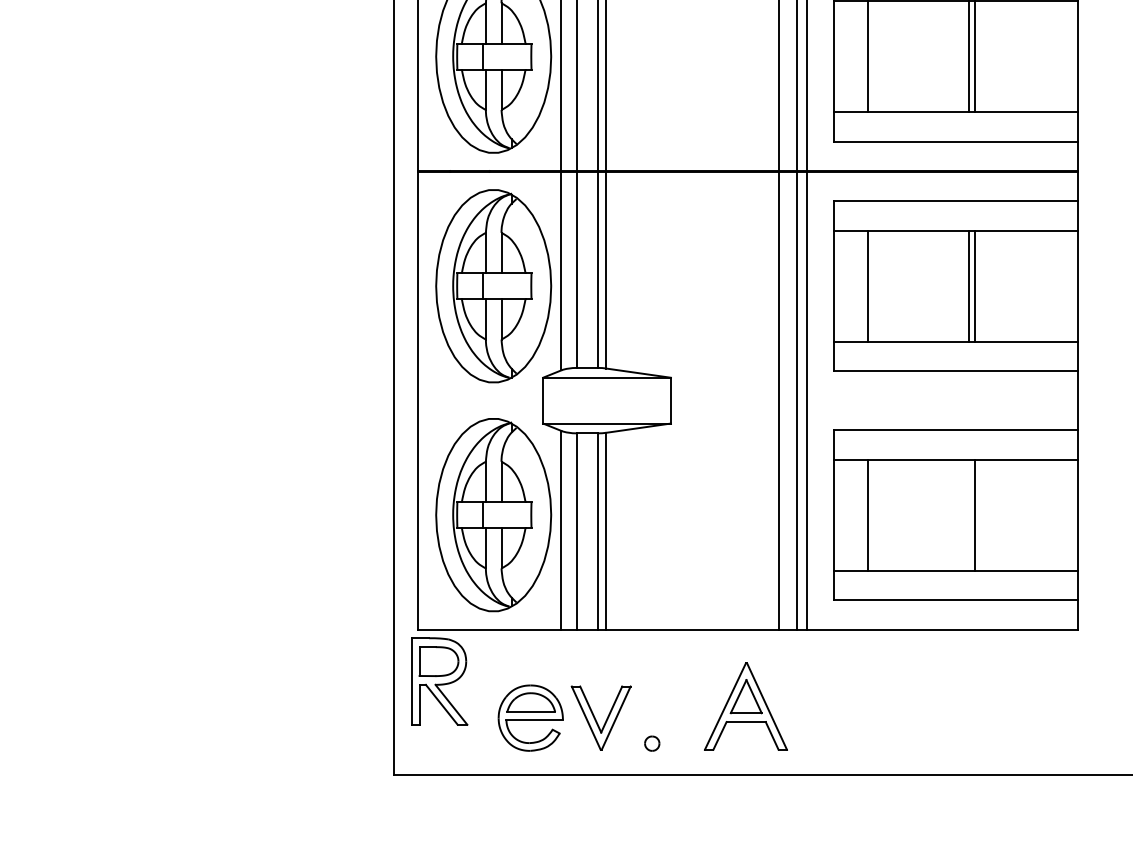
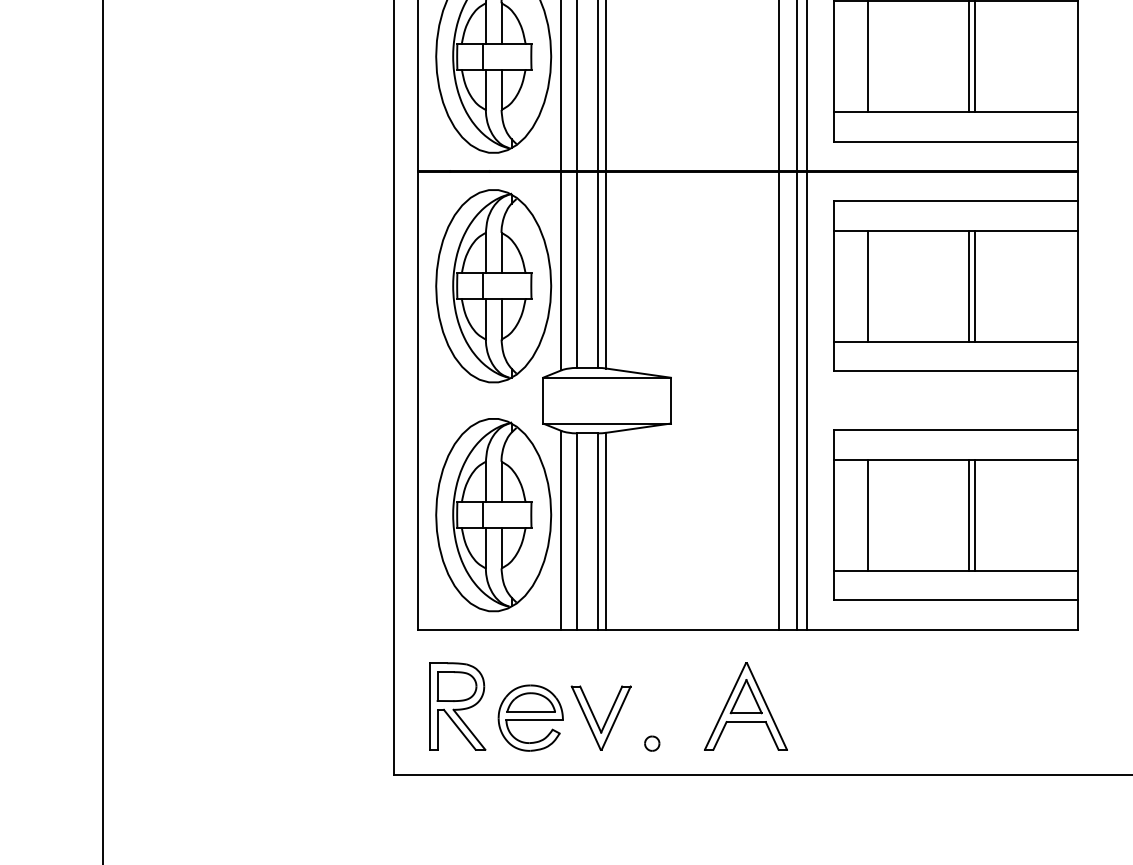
line at (102, 431): none -> present
line at (968, 514): none -> present
part at (439, 681) position: (439, 681) -> (457, 706)
